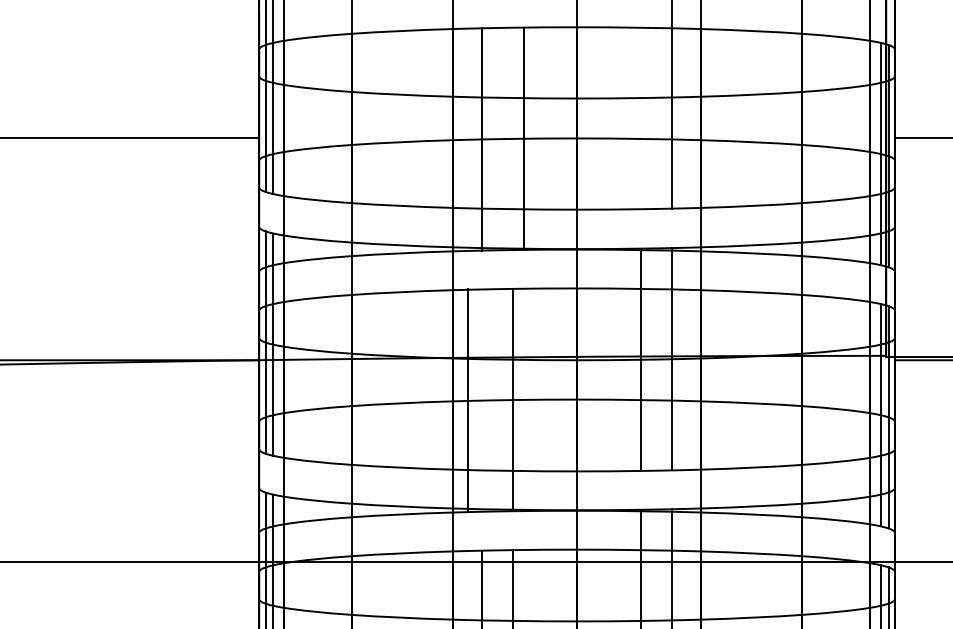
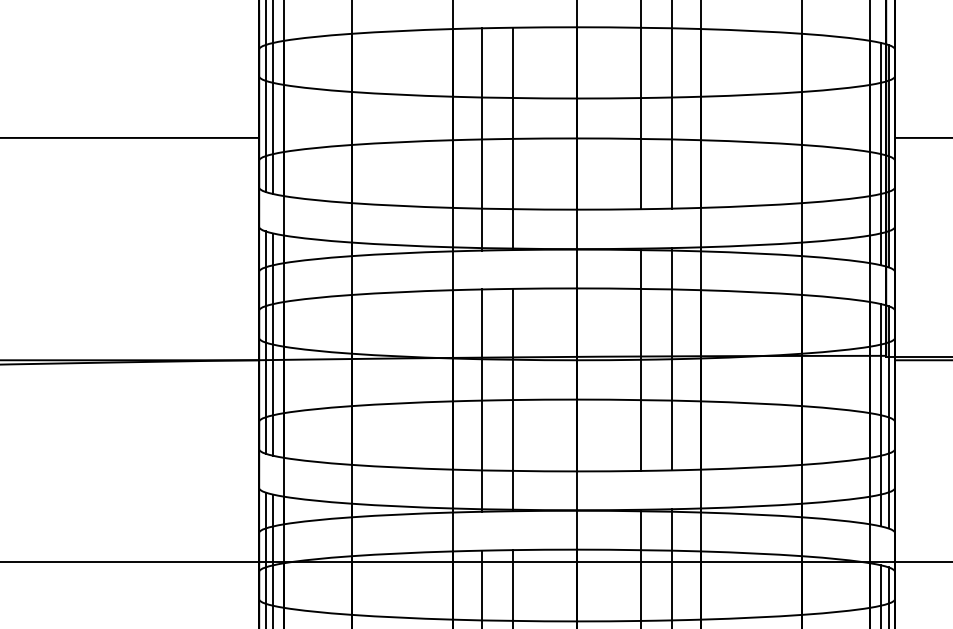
line at (641, 105): none -> present
line at (523, 138) position: (523, 138) -> (512, 138)
line at (468, 400) position: (468, 400) -> (482, 400)
